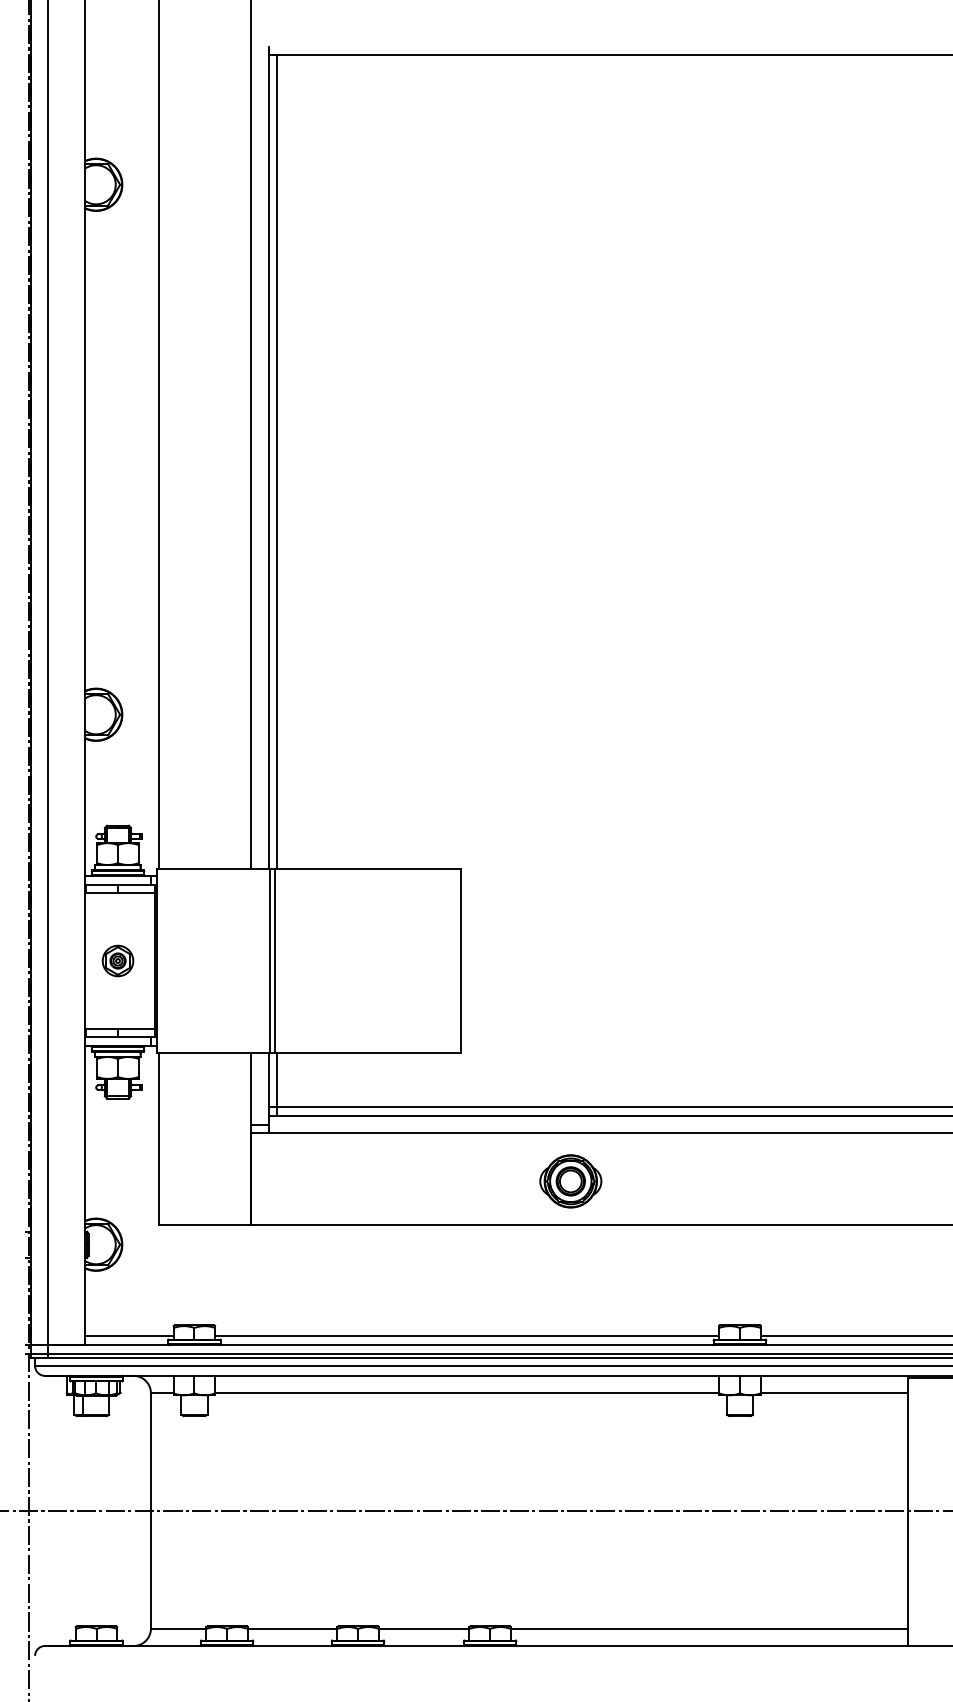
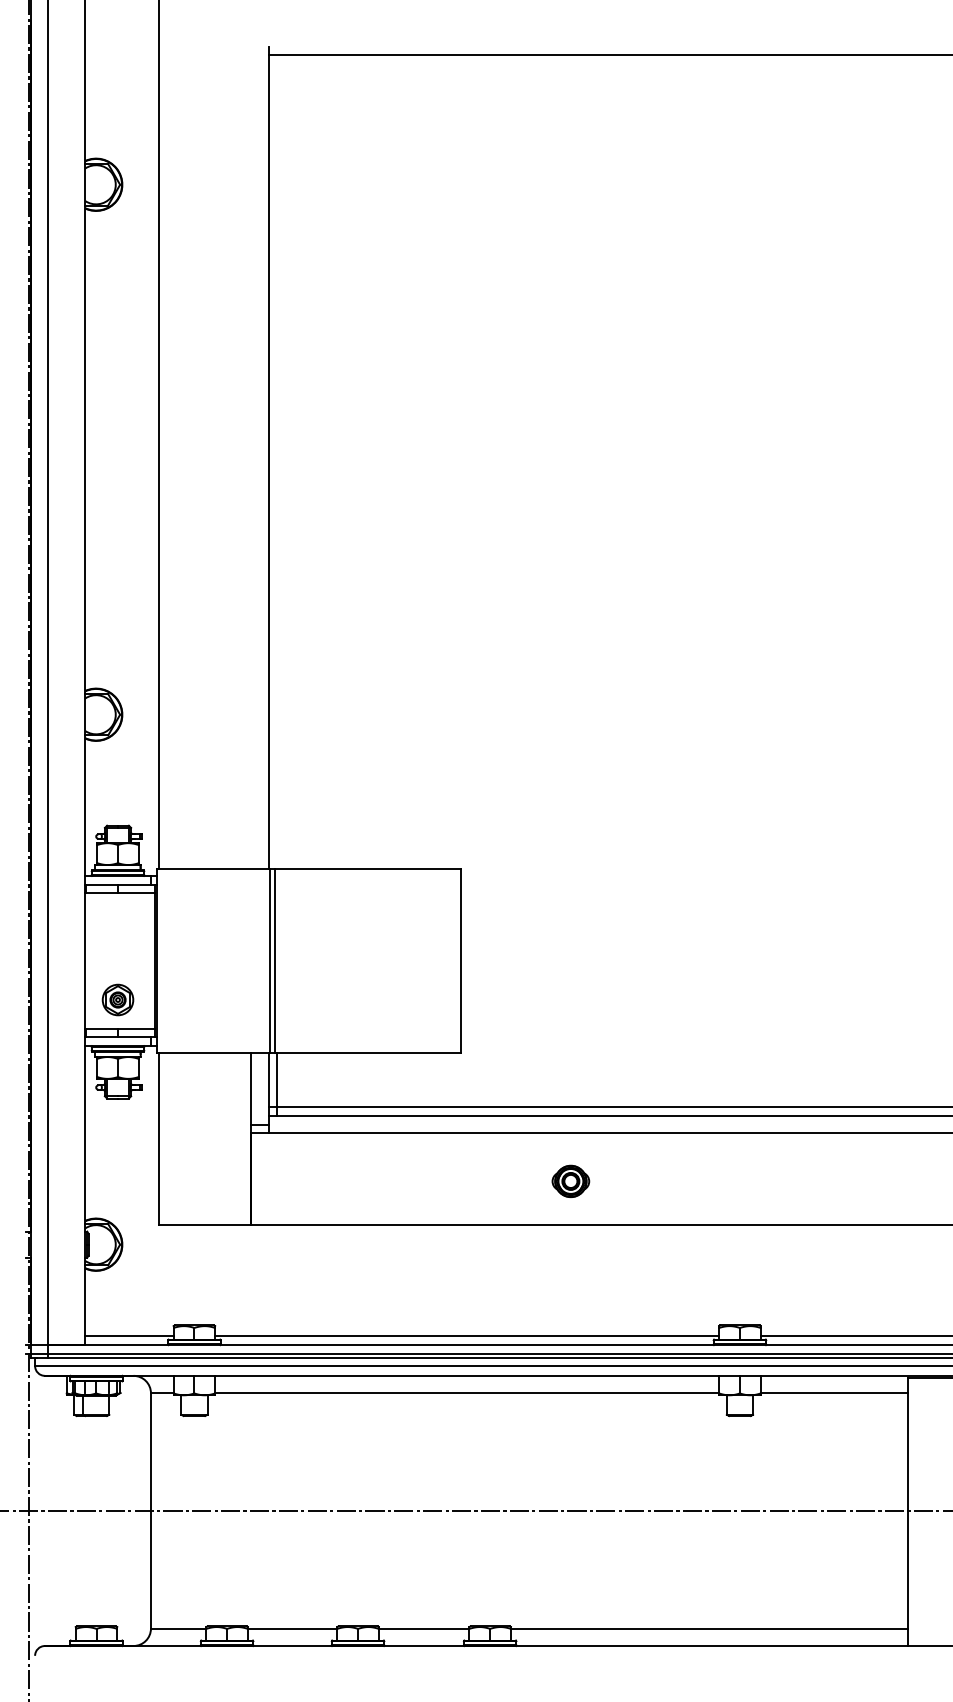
line at (251, 435): present -> none
line at (277, 462): present -> none
part at (117, 960) position: (117, 960) -> (117, 999)
part at (570, 1181) size: 64x55 px -> 40x34 px
